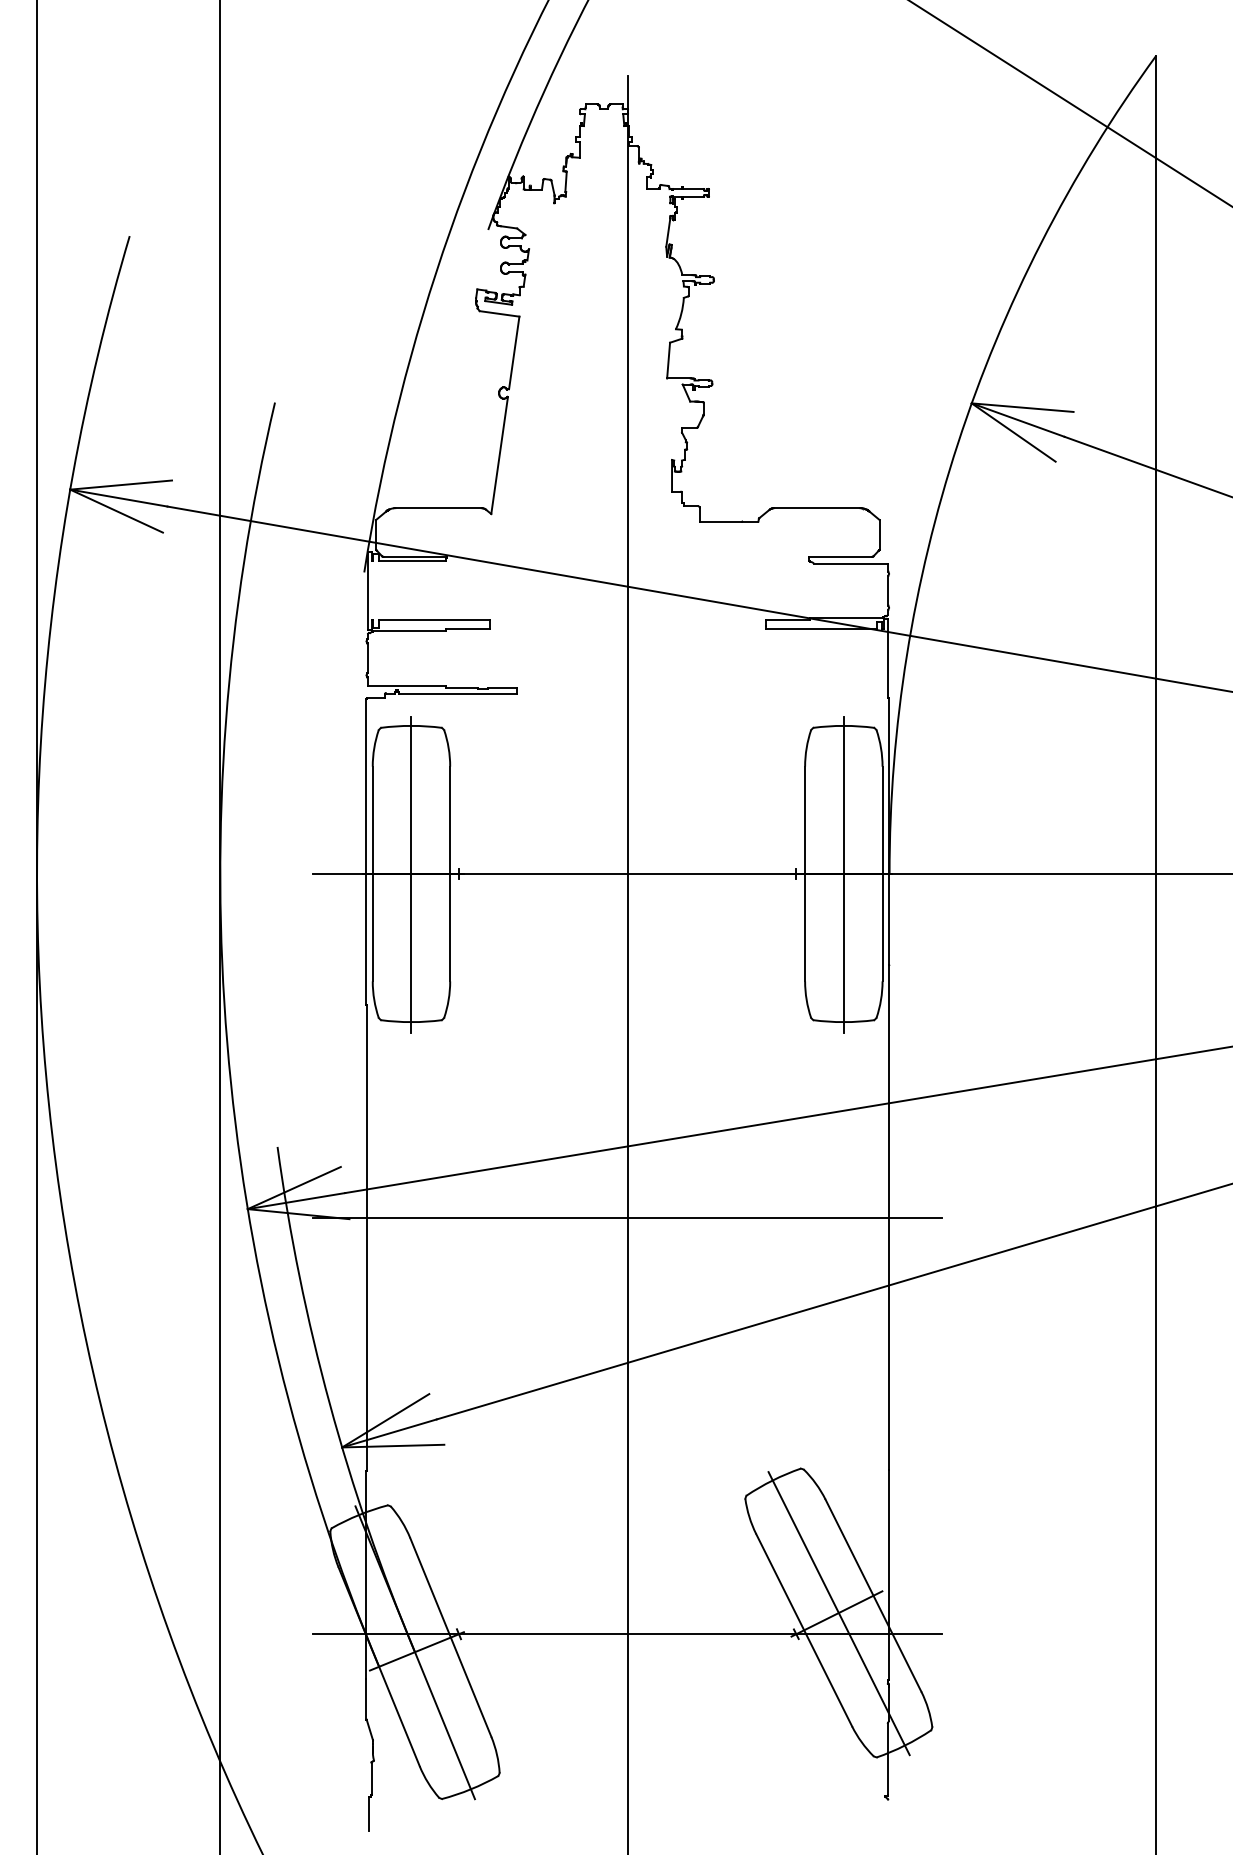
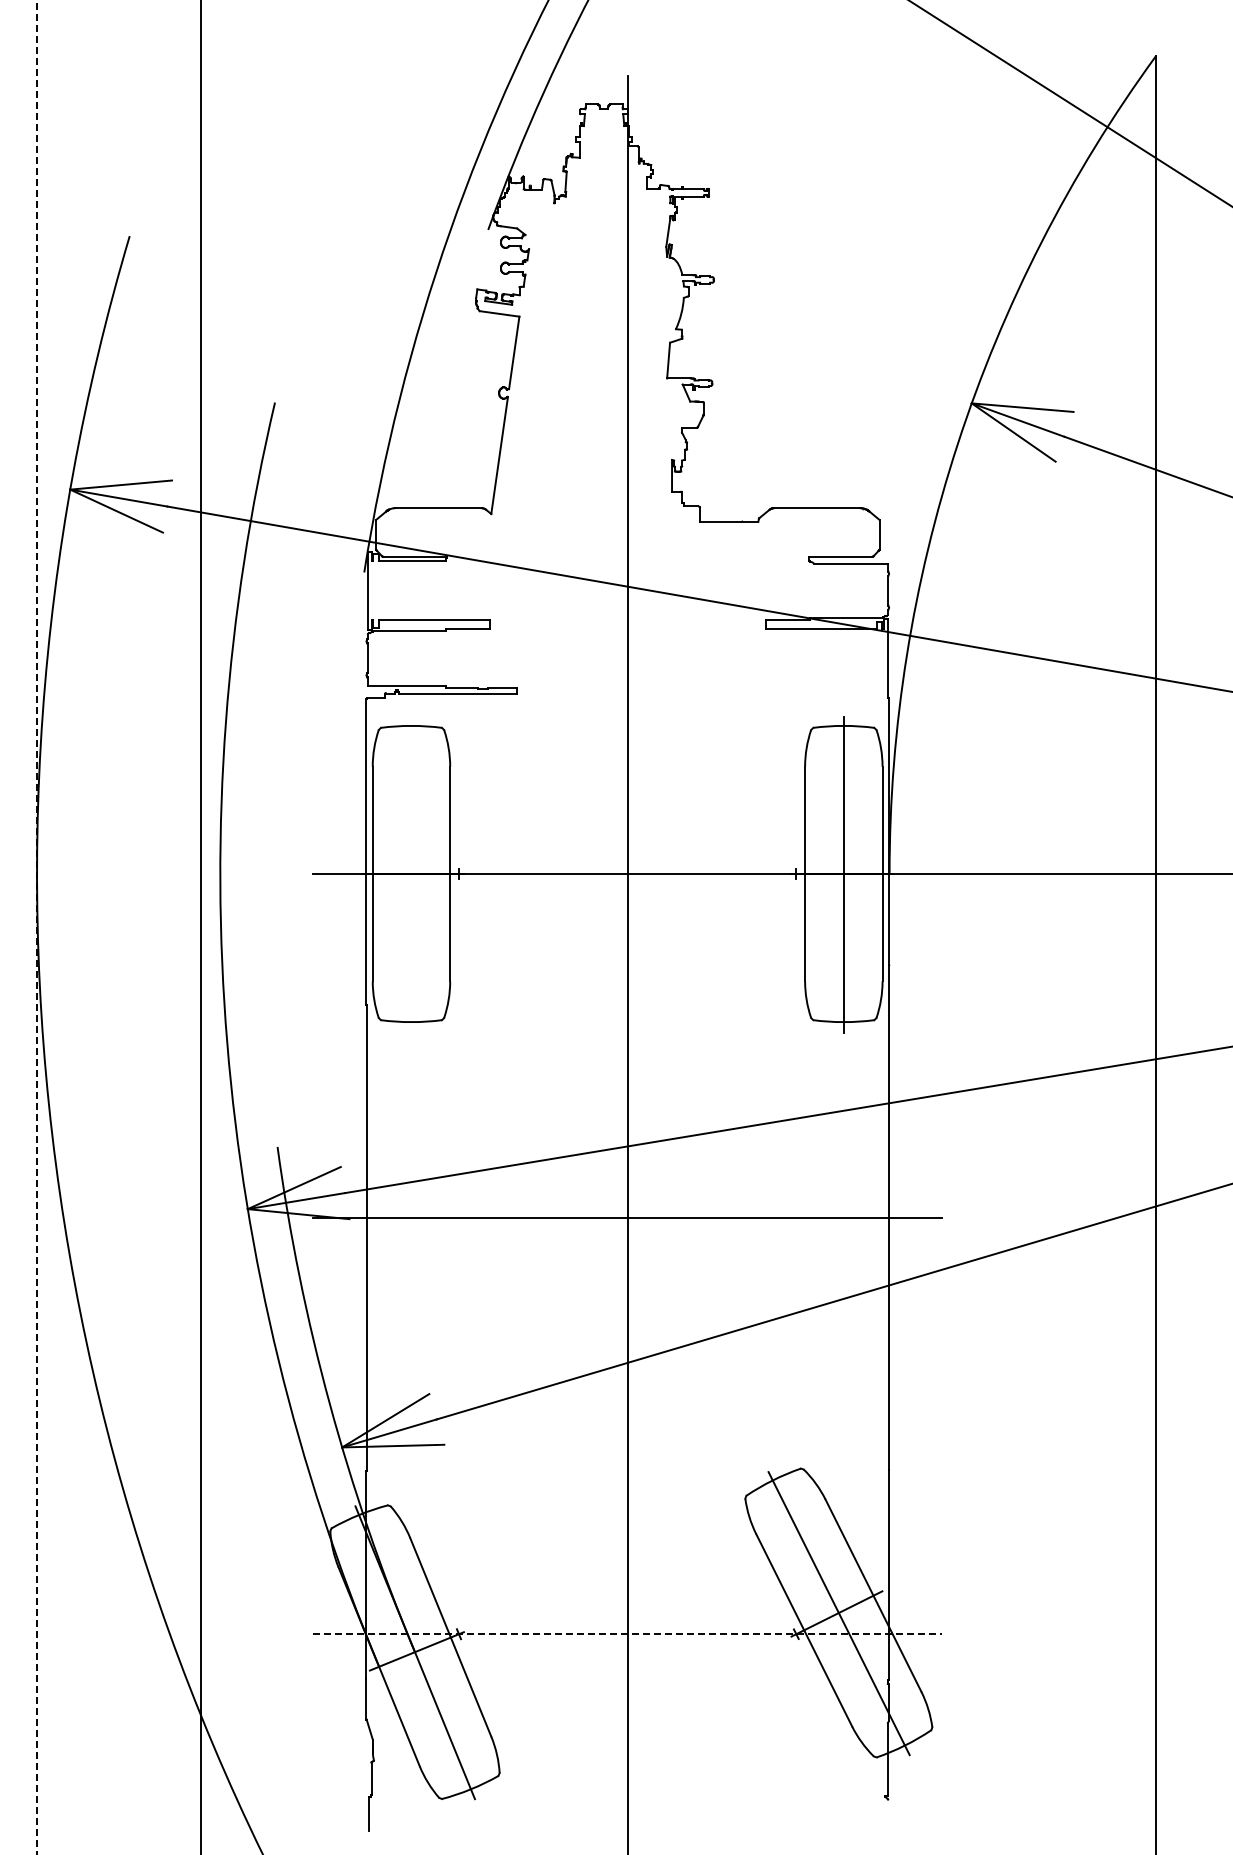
line at (411, 874): present -> none
line at (220, 926) position: (220, 926) -> (201, 926)
line at (37, 927): solid -> dashed
line at (627, 1634): solid -> dashed
